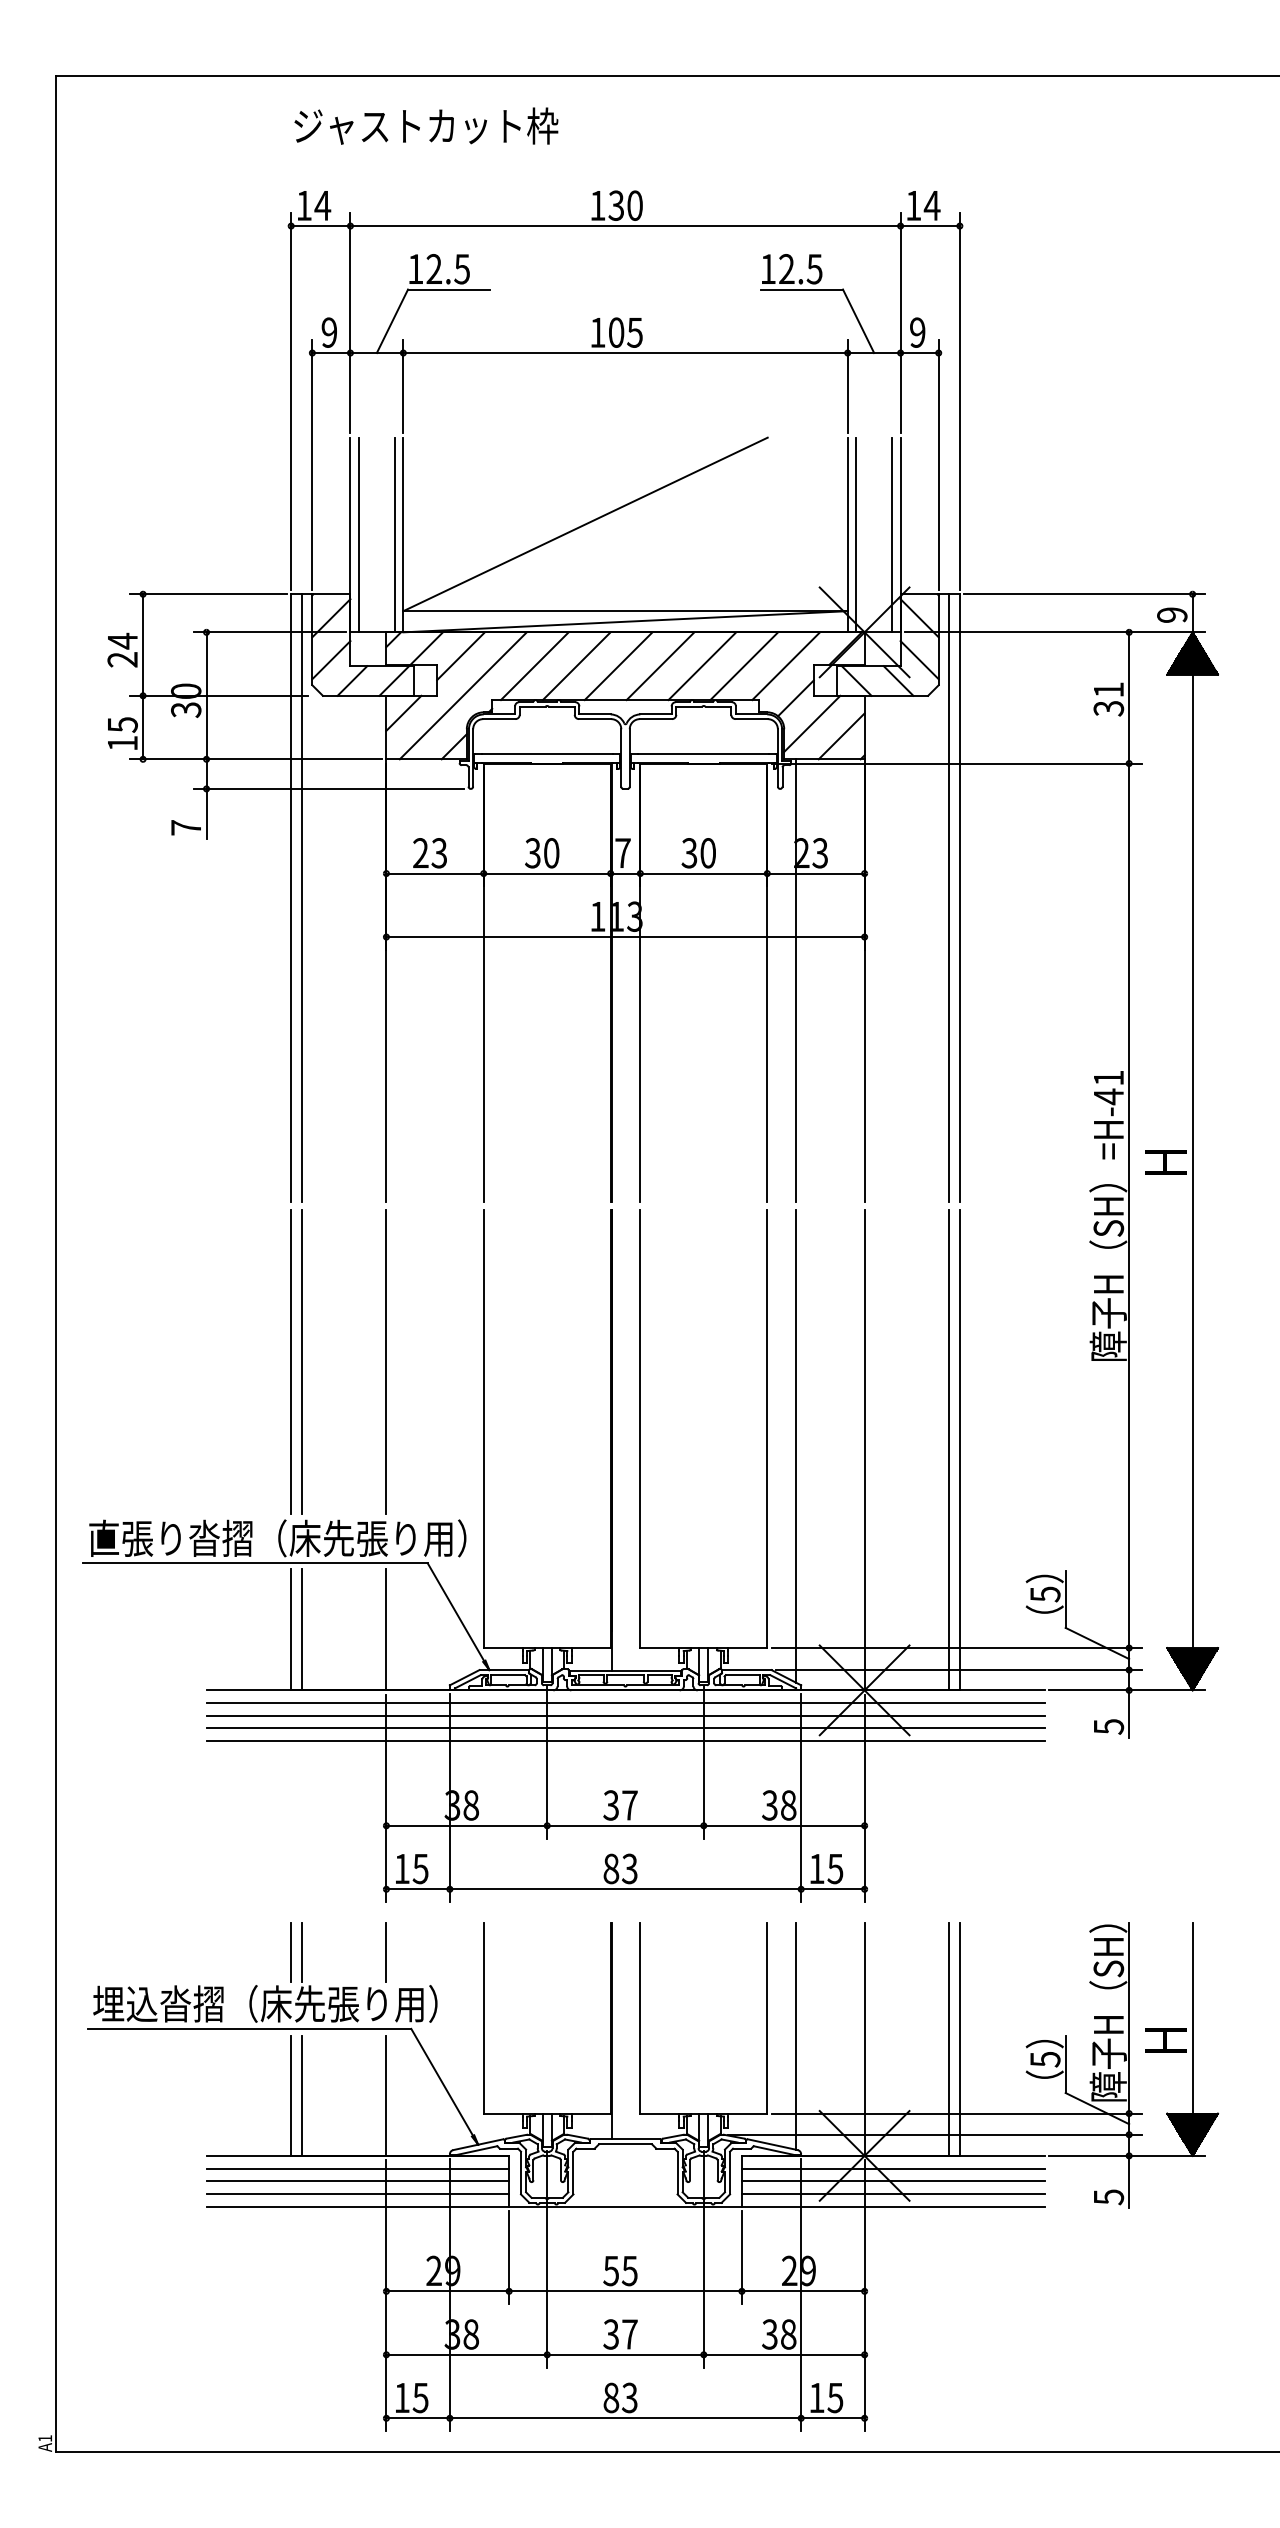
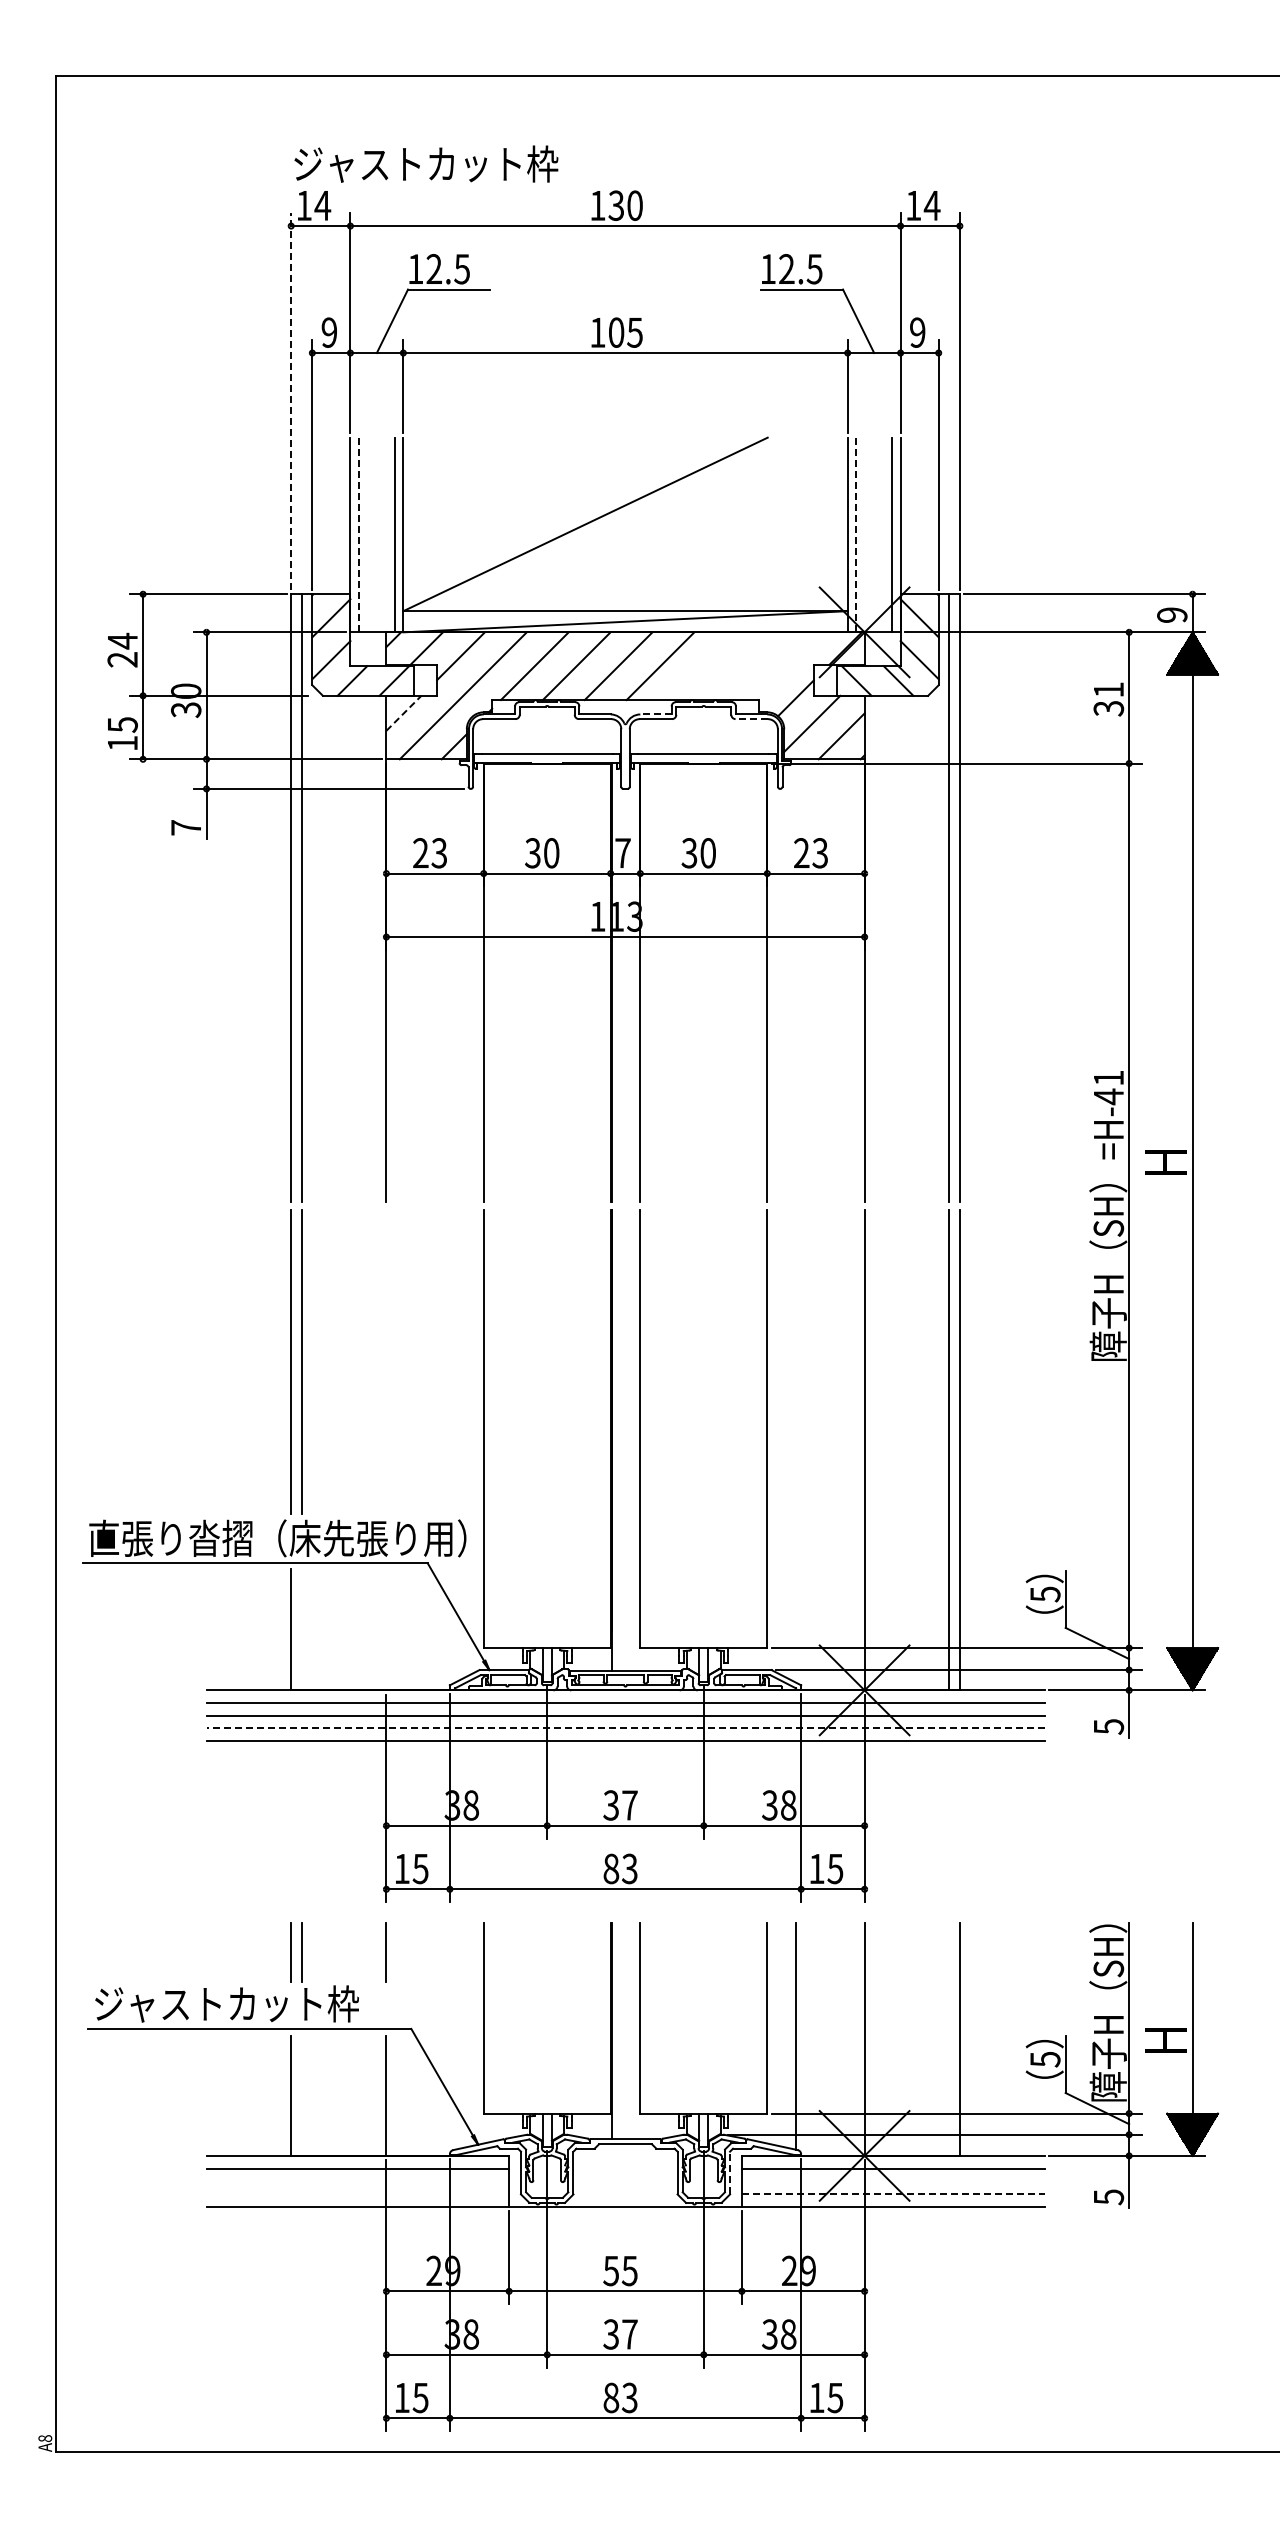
text at (426, 125) position: (426, 125) -> (426, 163)
line at (291, 401): solid -> dashed
line at (358, 535): solid -> dashed
line at (856, 535): solid -> dashed
line at (702, 666): present -> none
line at (744, 666): present -> none
line at (786, 666): present -> none
line at (403, 713): solid -> dashed
line at (656, 714): solid -> dashed
line at (751, 719): solid -> dashed
line at (795, 980): present -> none
line at (386, 1362): present -> none
line at (795, 1446): present -> none
line at (301, 1629): present -> none
line at (386, 1629): present -> none
line at (625, 1728): solid -> dashed
text at (265, 2003): 埋込沓摺（床先張り用） -> ジャストカット枠
line at (949, 2039): present -> none
line at (301, 2095): present -> none
line at (730, 2172): solid -> dashed
line at (357, 2181): present -> none
line at (892, 2181): present -> none
line at (357, 2194): present -> none
line at (893, 2194): solid -> dashed
text at (45, 2438): A1 -> A8
